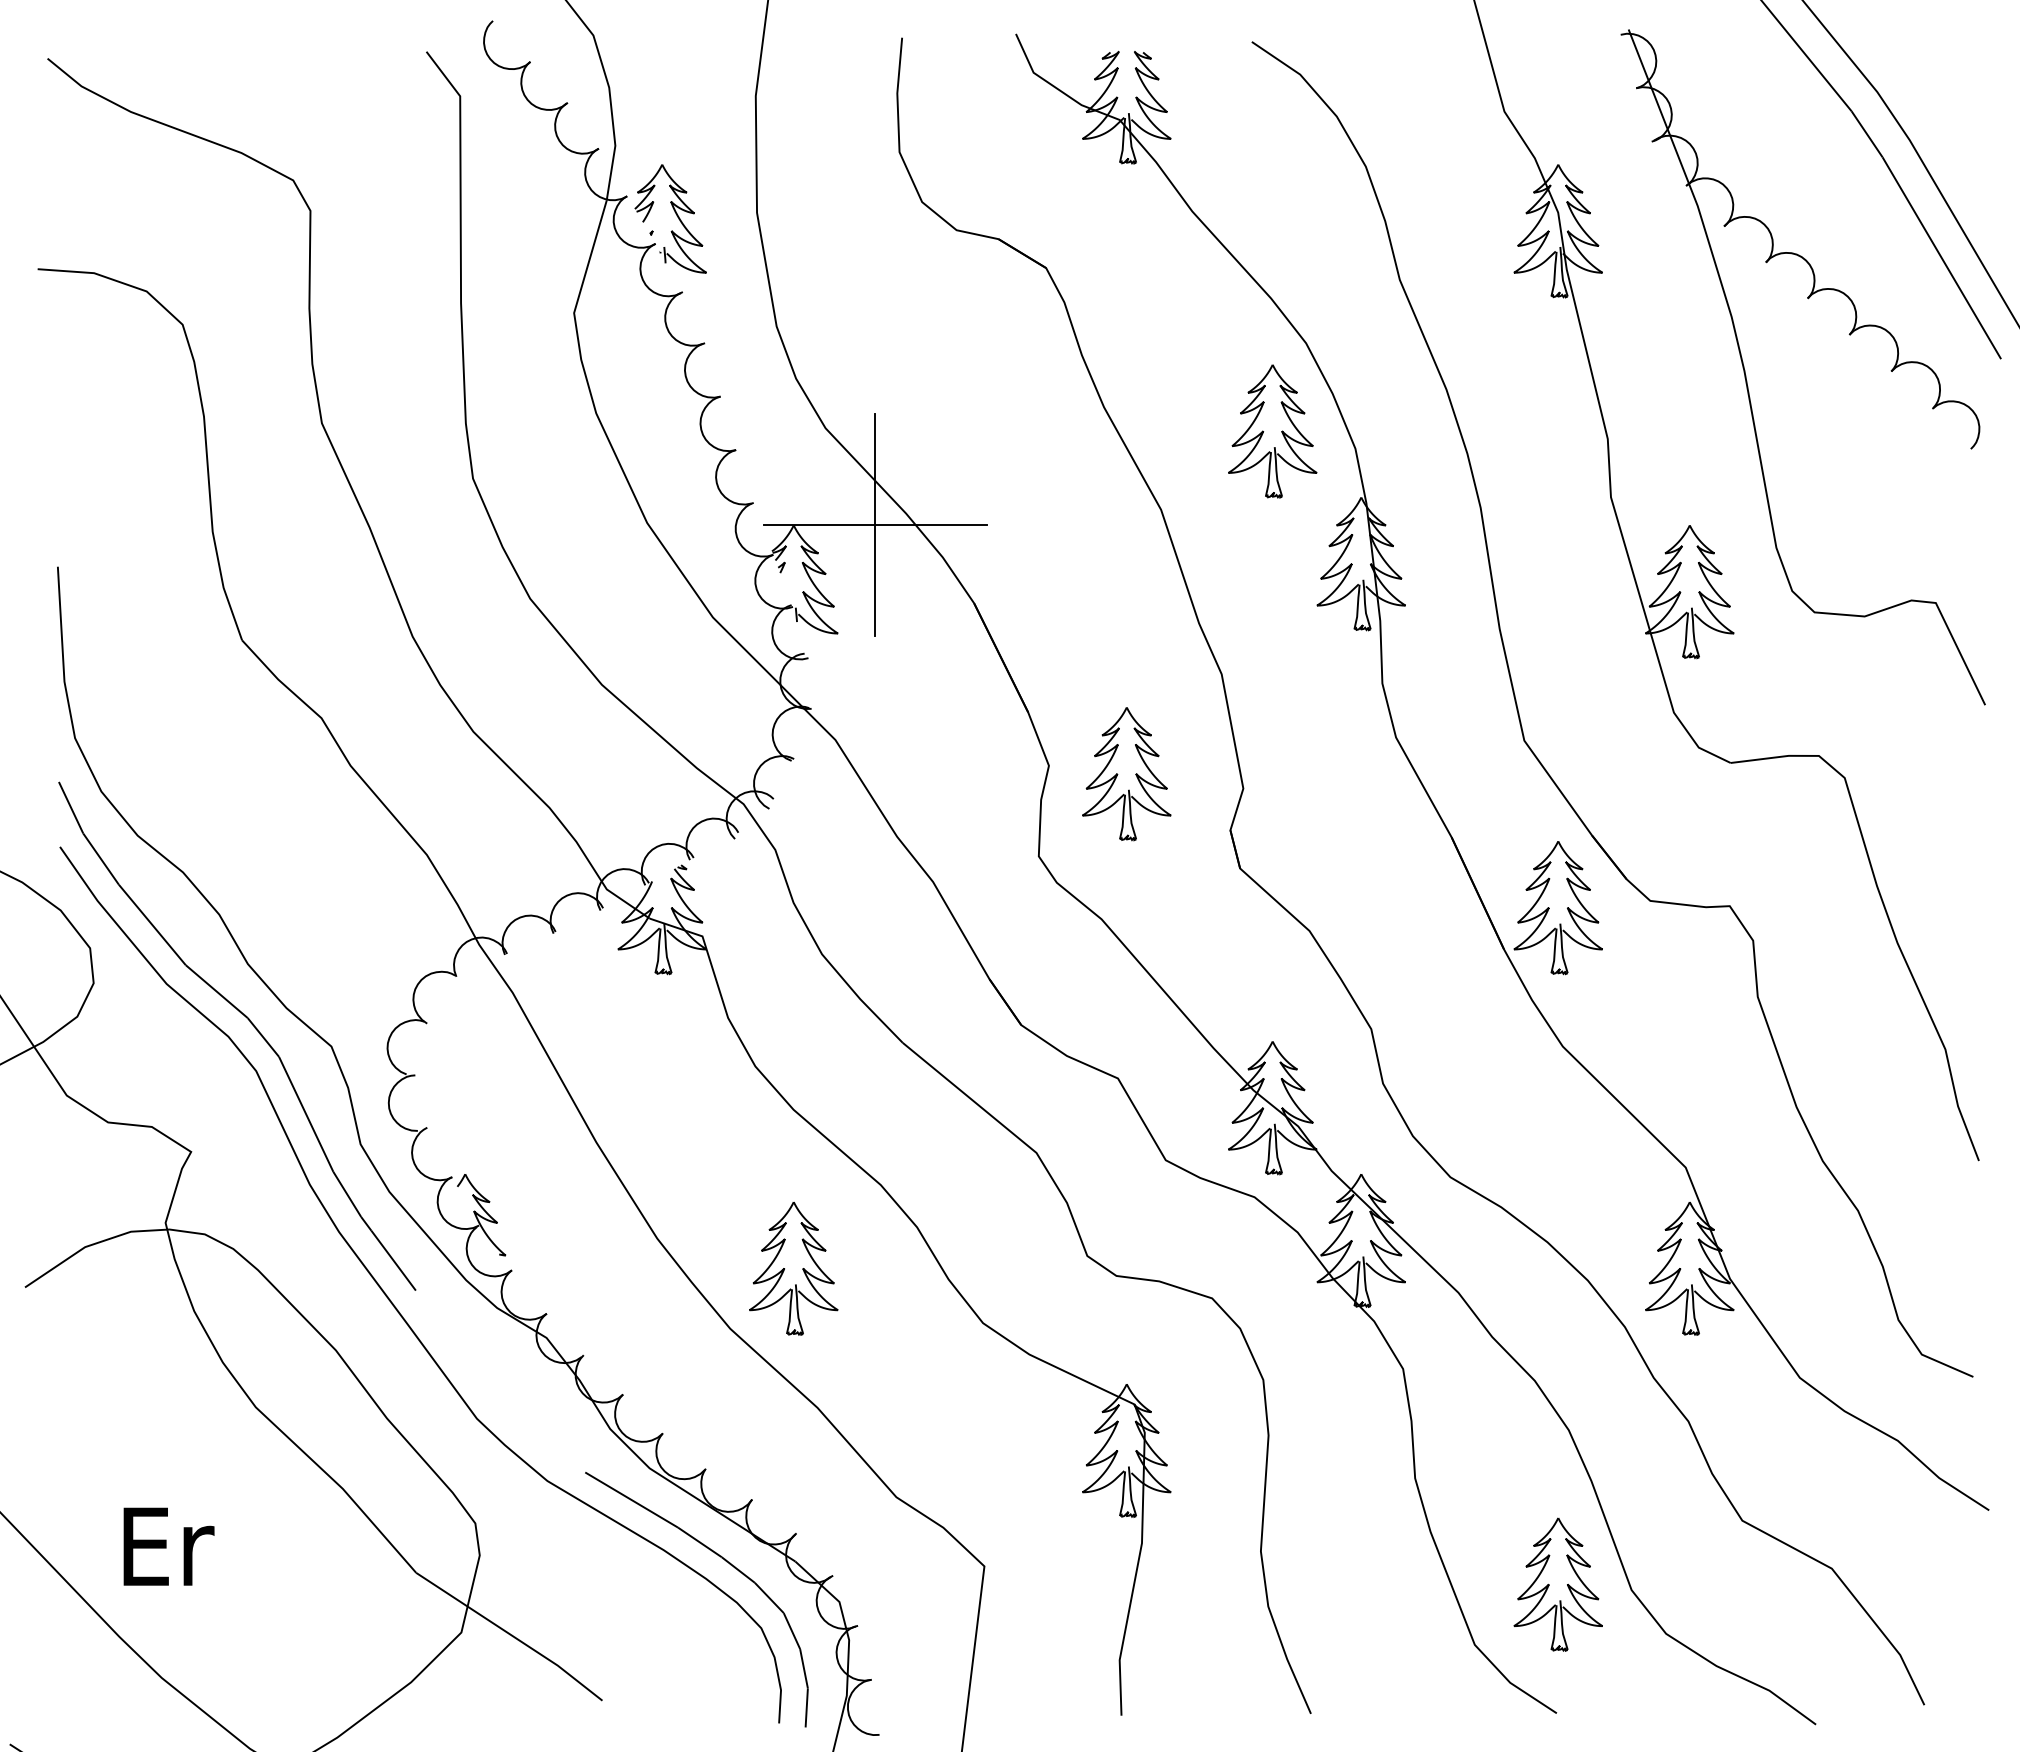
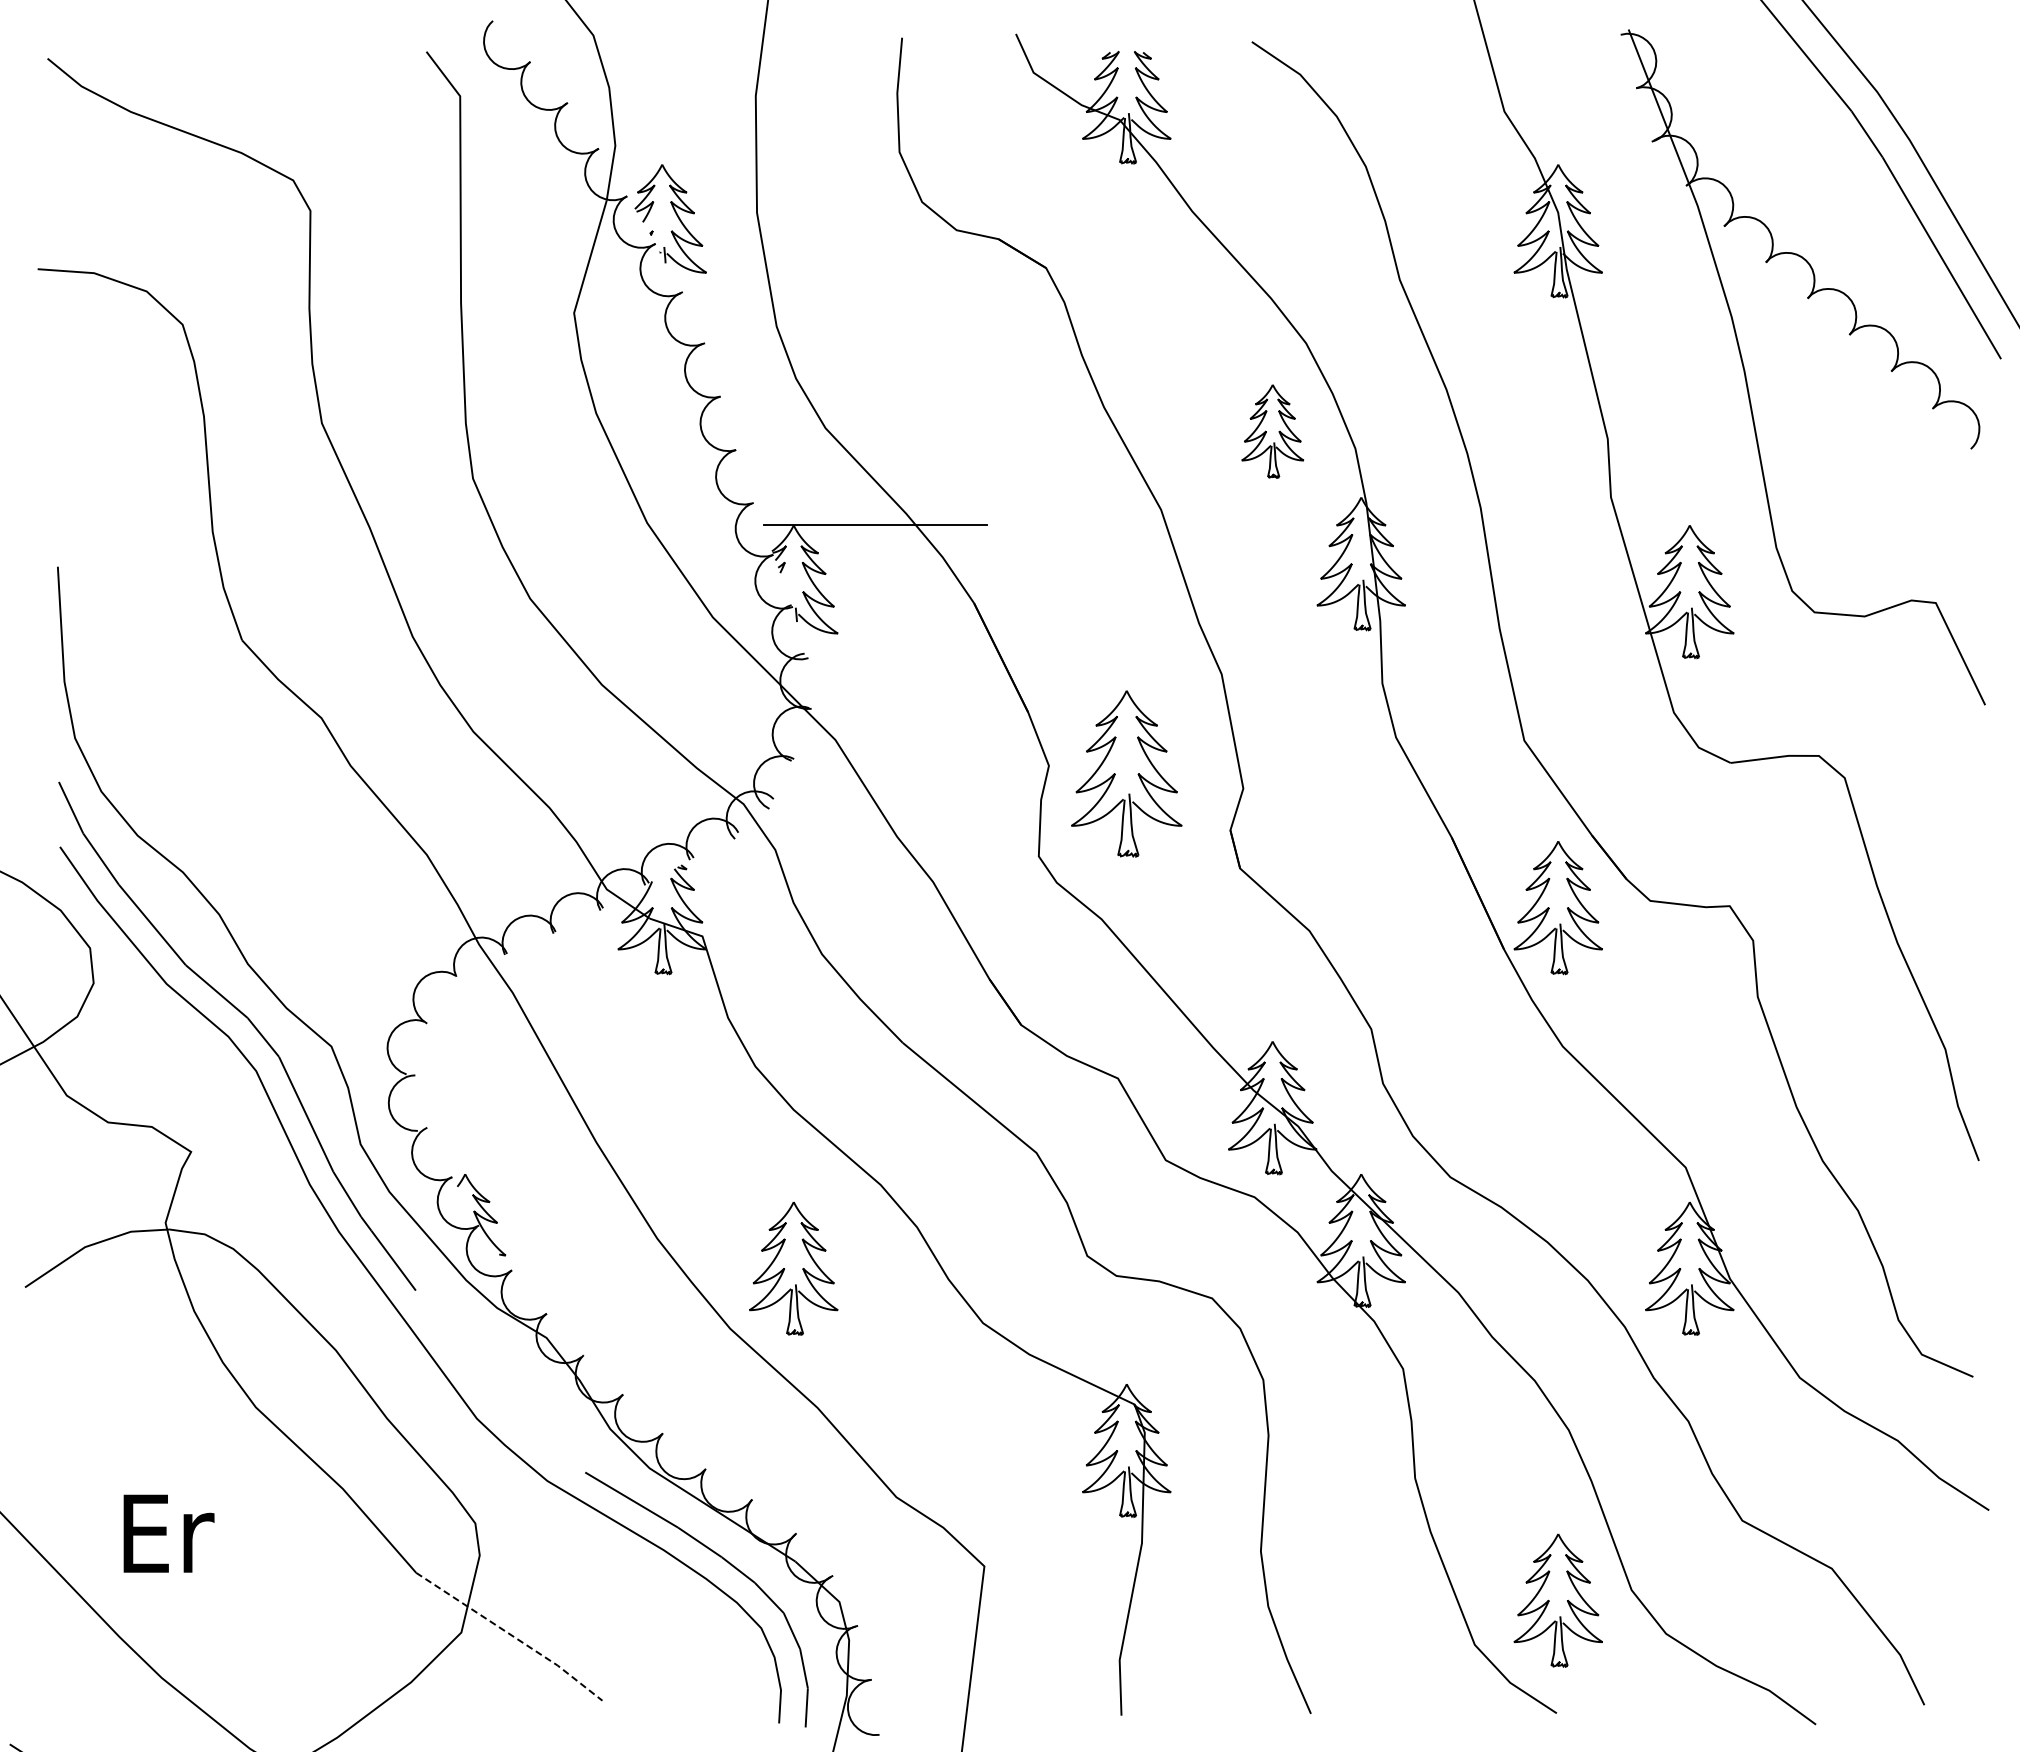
part at (1272, 431) size: 90x135 px -> 64x95 px
line at (875, 524): present -> none
part at (1126, 774) size: 90x135 px -> 112x168 px
text at (168, 1546) position: (168, 1546) -> (168, 1533)
part at (1557, 1584) position: (1557, 1584) -> (1557, 1600)
line at (511, 1635): solid -> dashed
